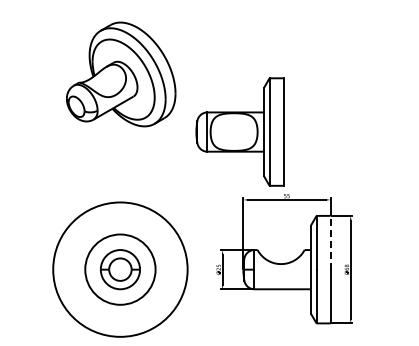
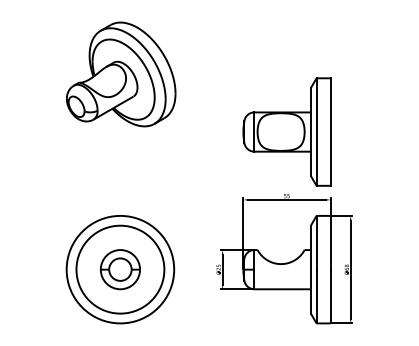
part at (239, 131) position: (239, 131) -> (286, 131)
line at (330, 242): dashed -> solid
circle at (120, 269) diameter: 134 px -> 108 px
circle at (120, 269) diameter: 70 px -> 88 px
